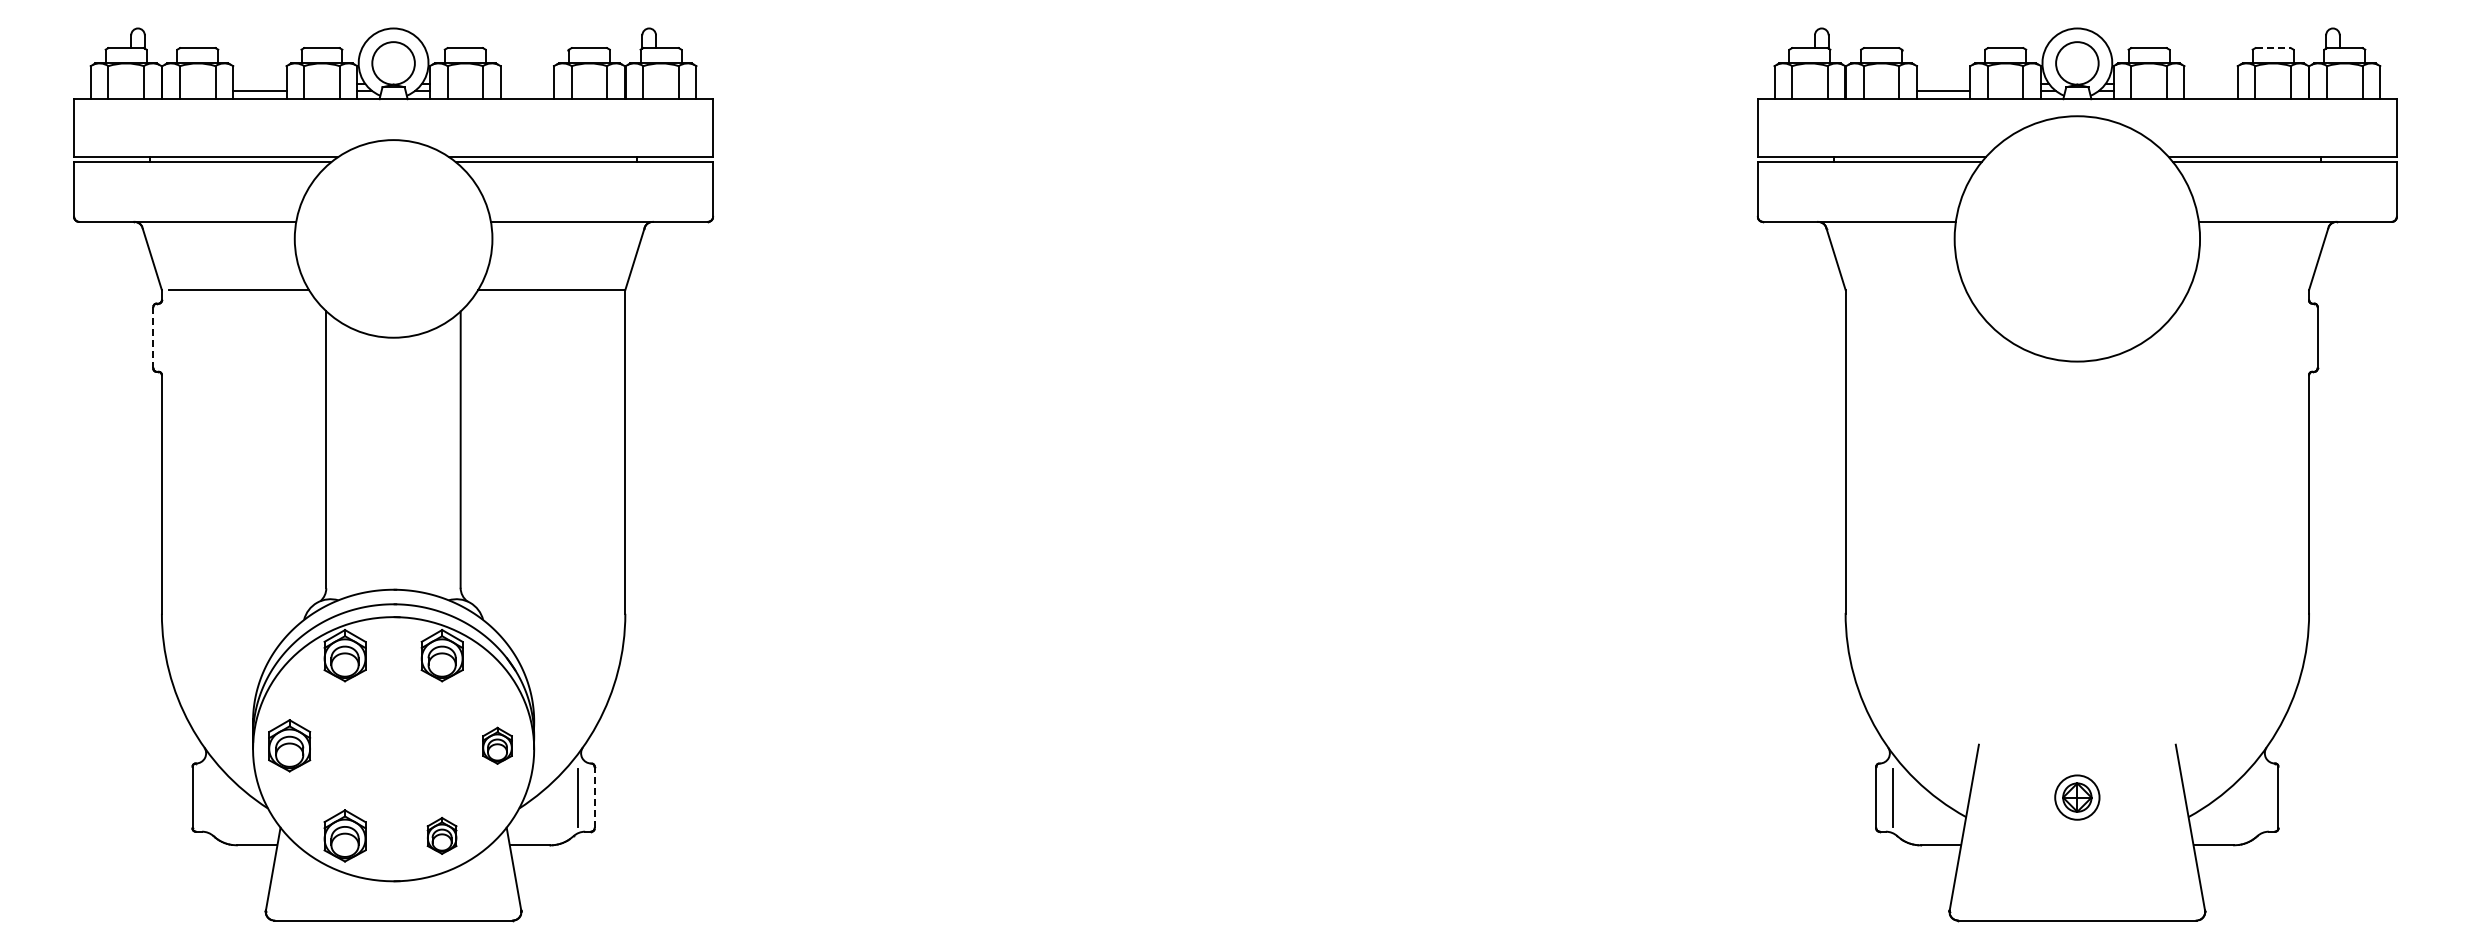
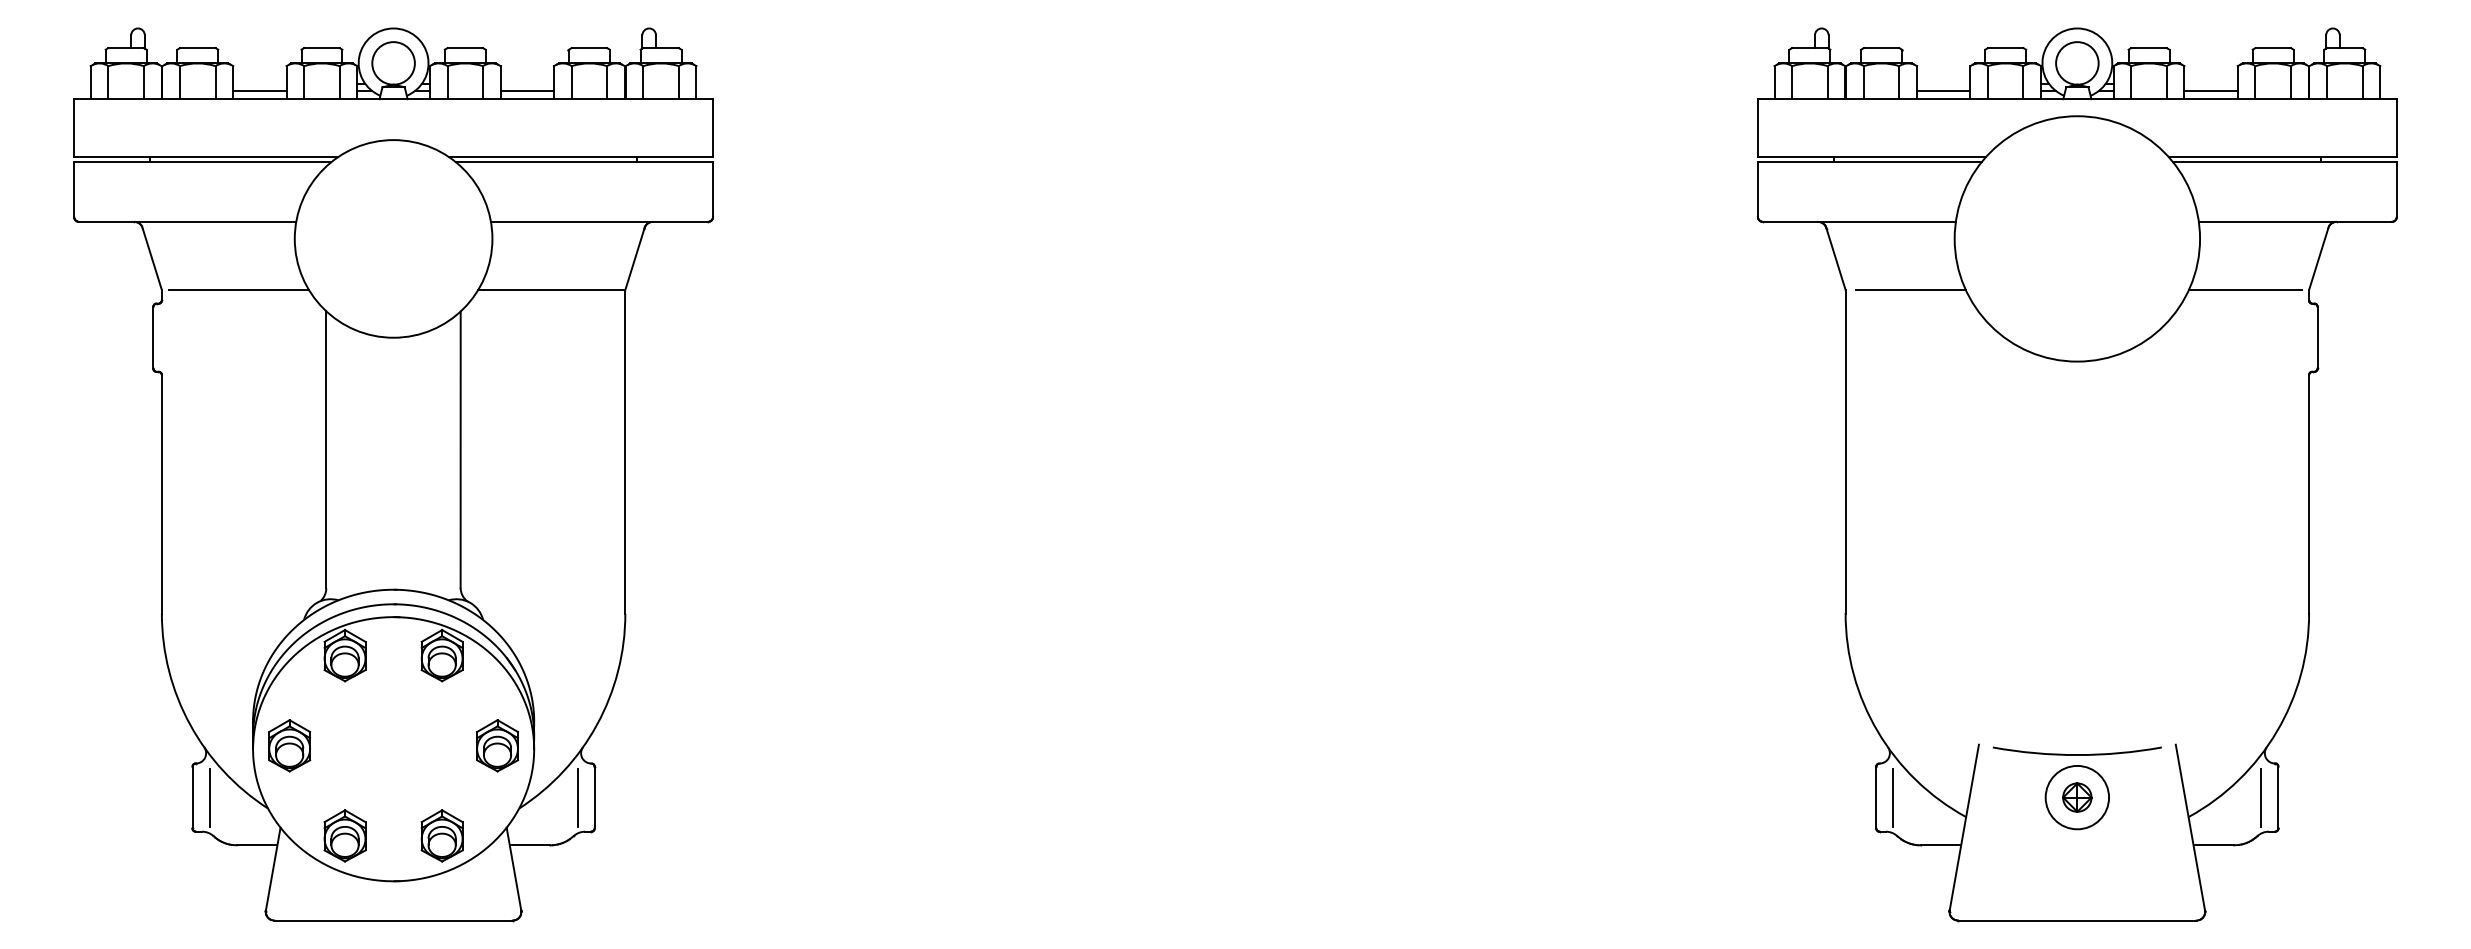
line at (2273, 48): dashed -> solid
line at (526, 90): none -> present
line at (2210, 90): none -> present
line at (1910, 290): none -> present
line at (2244, 290): none -> present
line at (153, 337): dashed -> solid
part at (497, 745) size: 31x39 px -> 43x54 px
arc at (2076, 754): none -> present
line at (209, 797): none -> present
line at (594, 797): dashed -> solid
circle at (2077, 797) diameter: 44 px -> 63 px
line at (2261, 797): none -> present
part at (441, 835) size: 32x38 px -> 44x54 px
